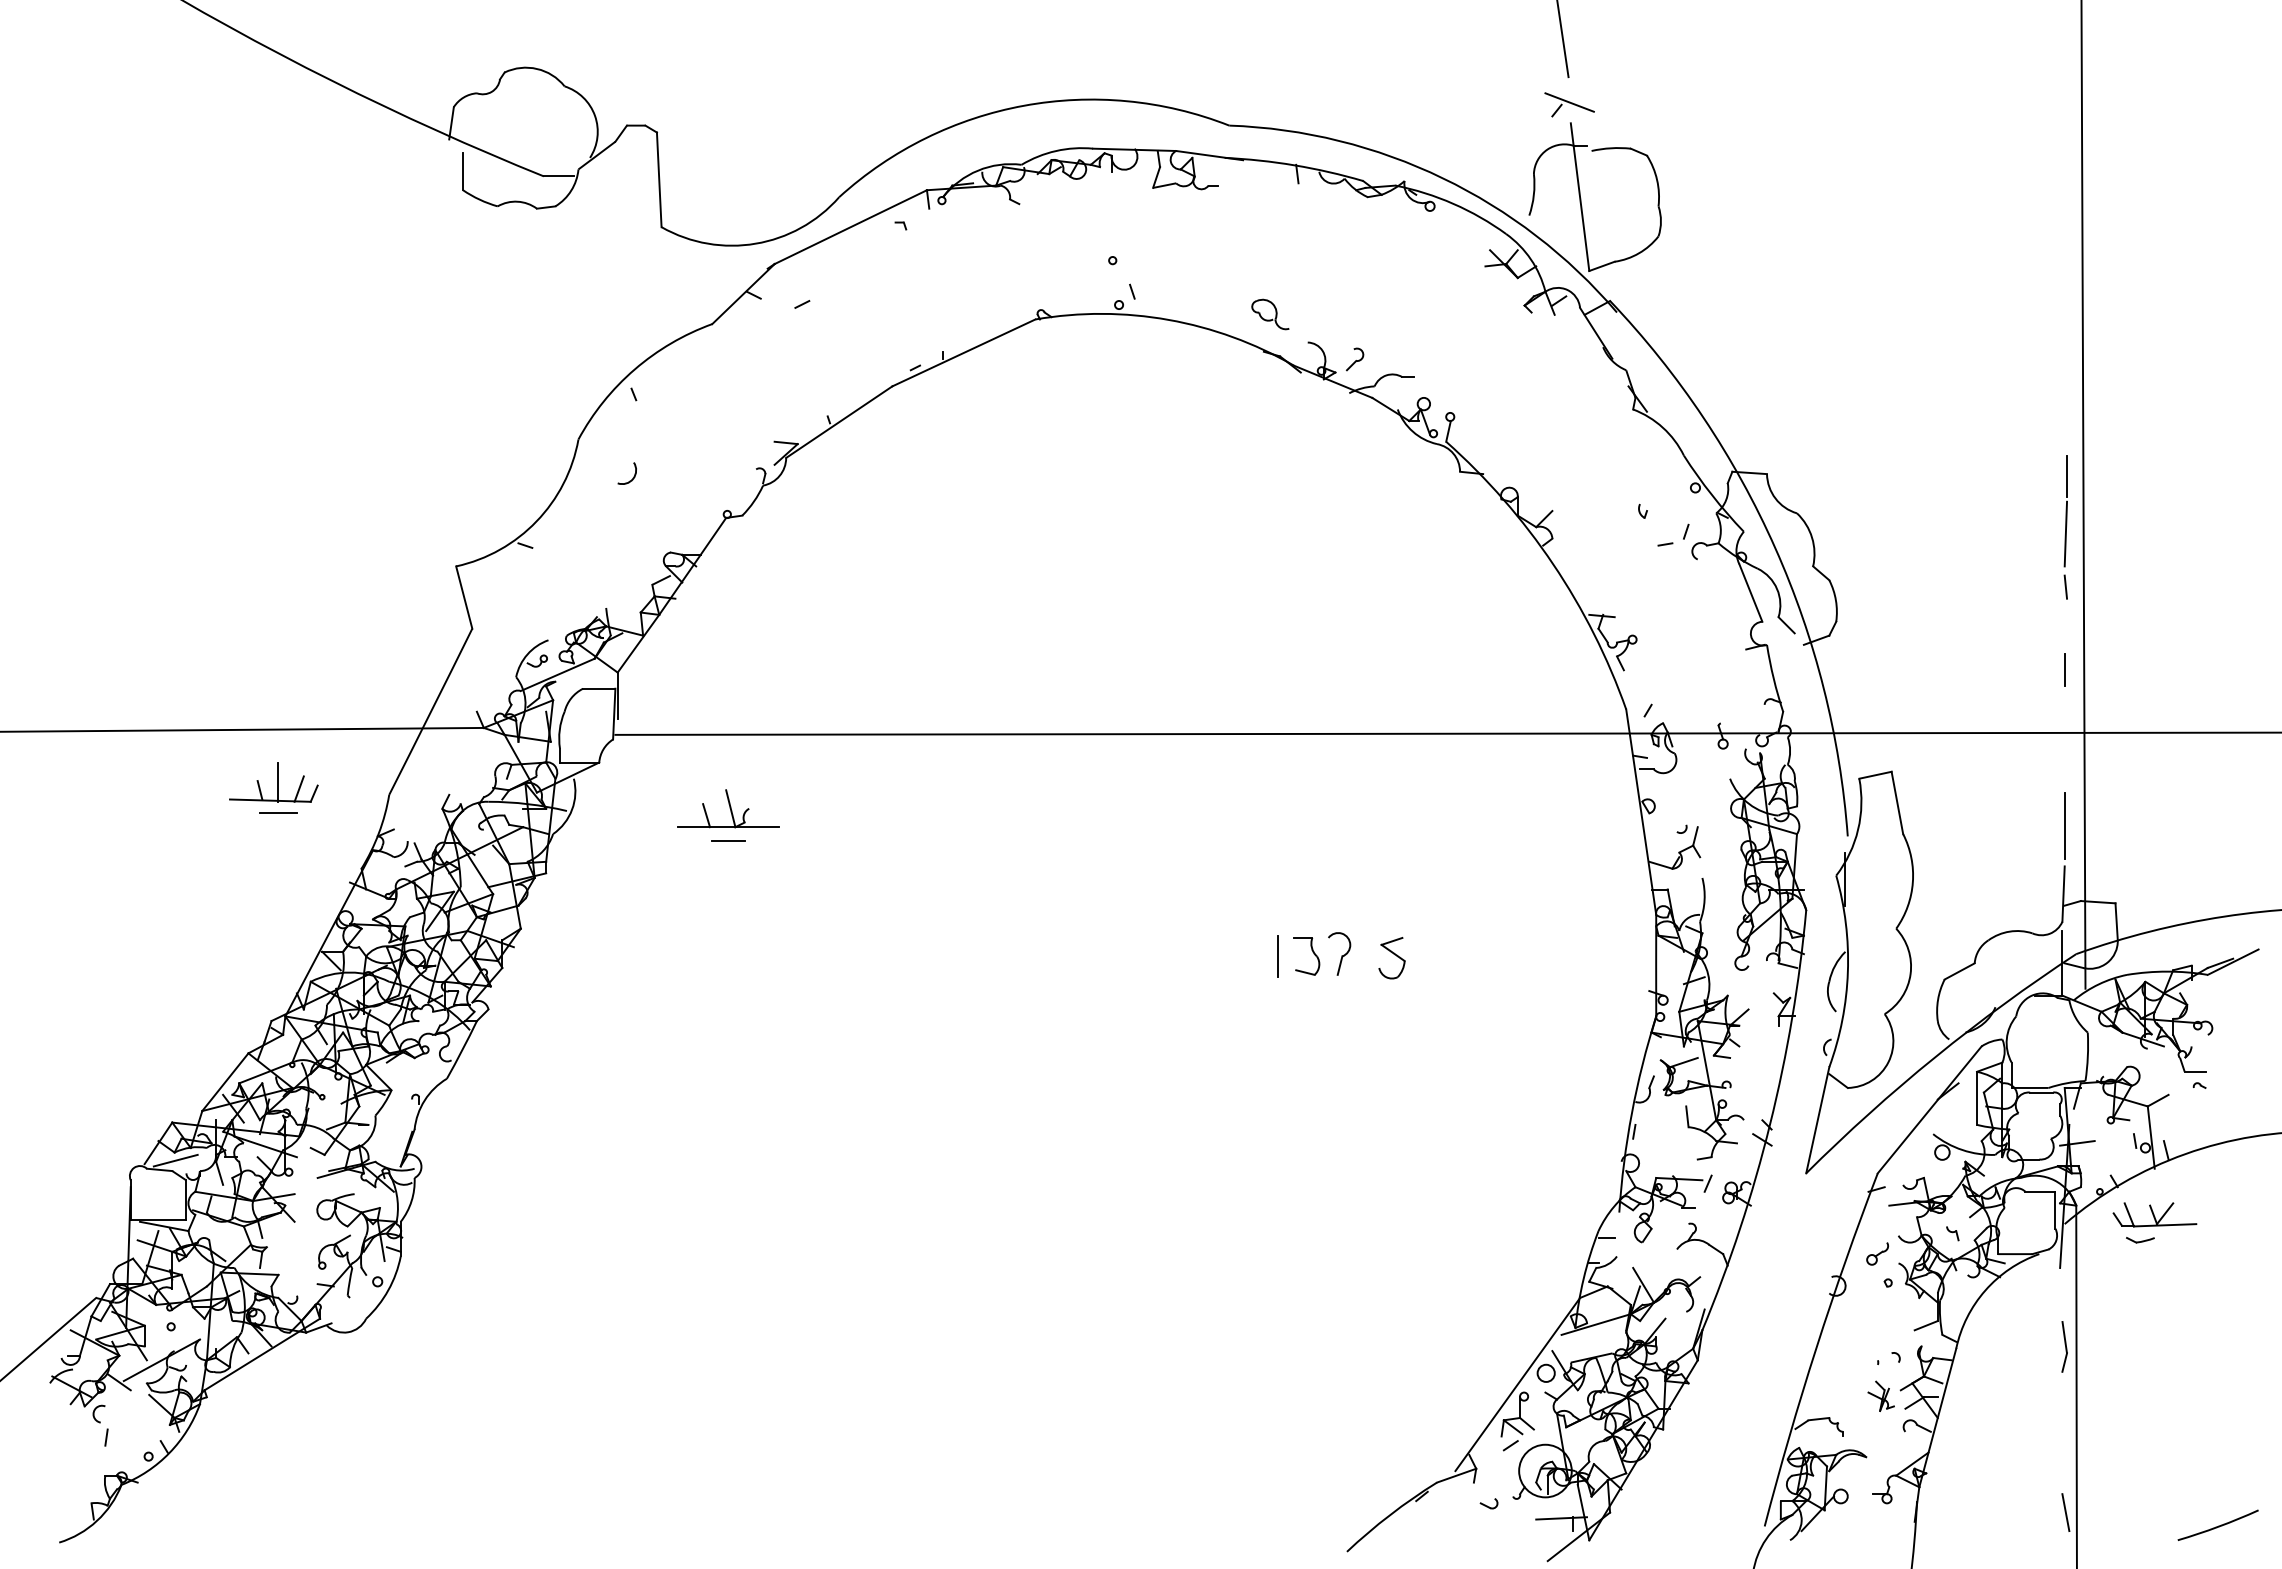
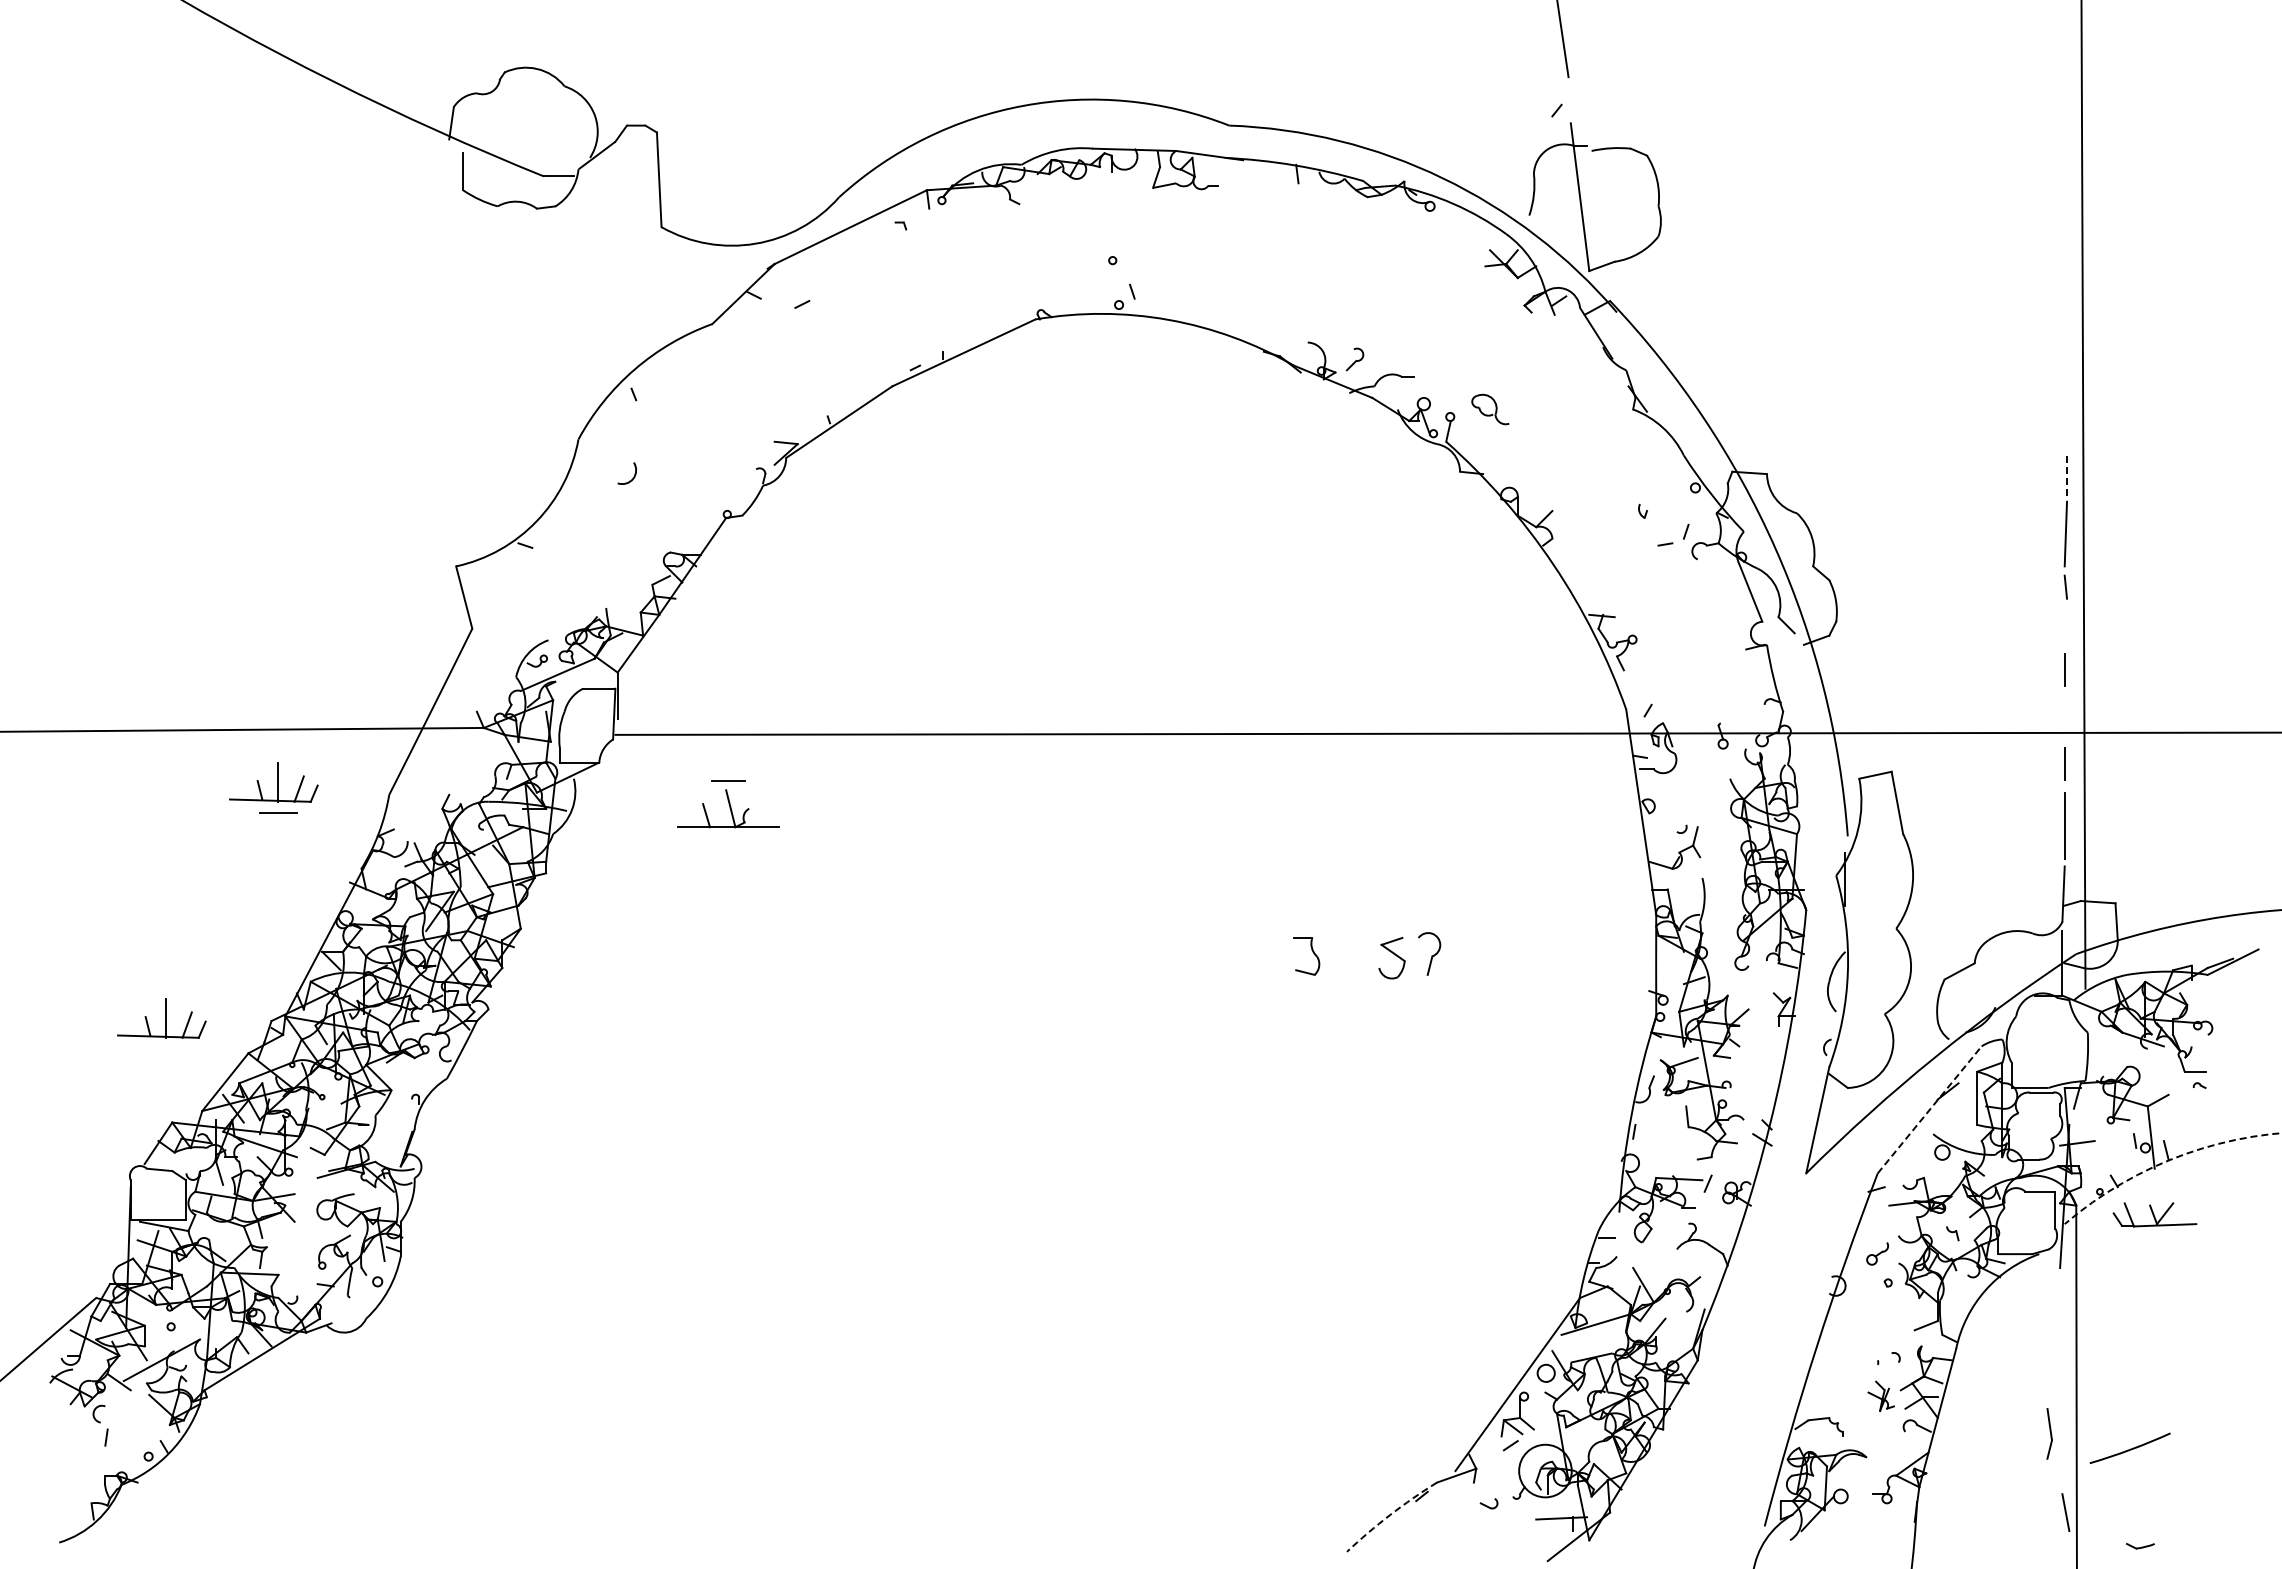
line at (1569, 102): present -> none
part at (1270, 314) position: (1270, 314) -> (1490, 409)
line at (2067, 476): solid -> dashed
line at (2064, 763): none -> present
line at (728, 840) position: (728, 840) -> (728, 780)
part at (1339, 953) position: (1339, 953) -> (1429, 953)
line at (1277, 956): present -> none
part at (161, 1018): none -> present
line at (1930, 1109): solid -> dashed
line at (175, 1160): present -> none
arc at (2166, 1161): solid -> dashed
part at (2140, 1240) position: (2140, 1240) -> (2140, 1546)
part at (2064, 1346) position: (2064, 1346) -> (2049, 1433)
arc at (1390, 1514): solid -> dashed
arc at (2218, 1525) position: (2218, 1525) -> (2130, 1448)
